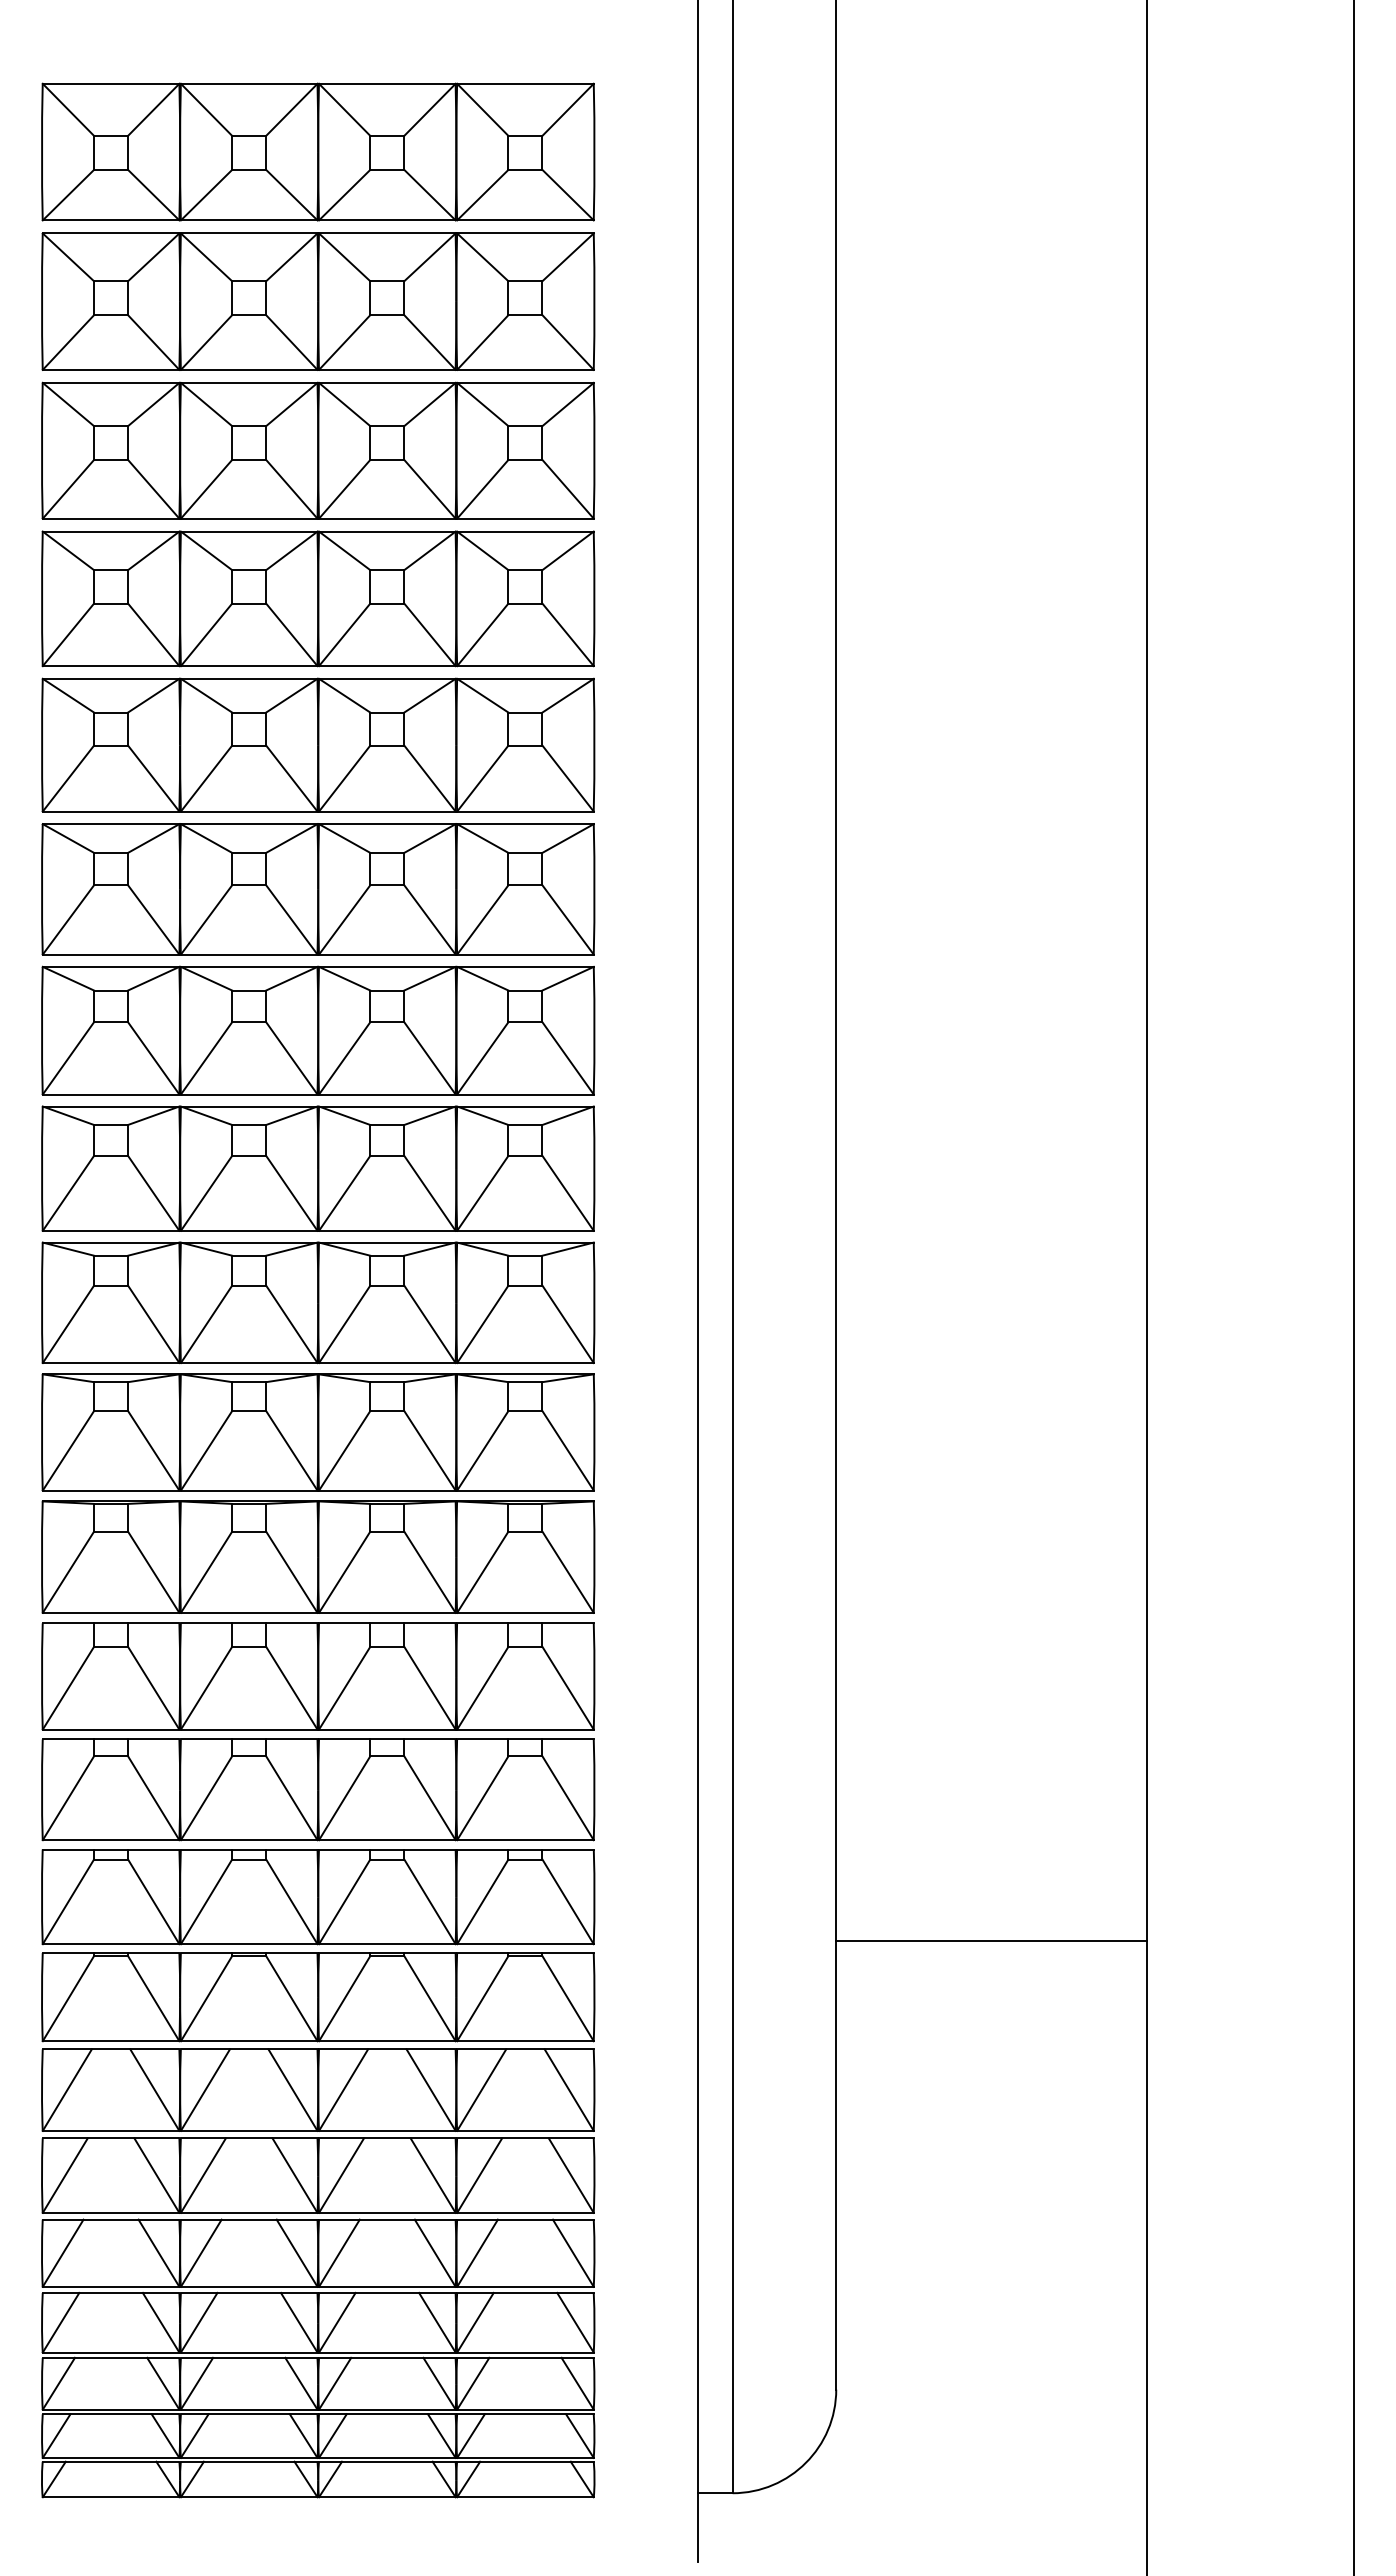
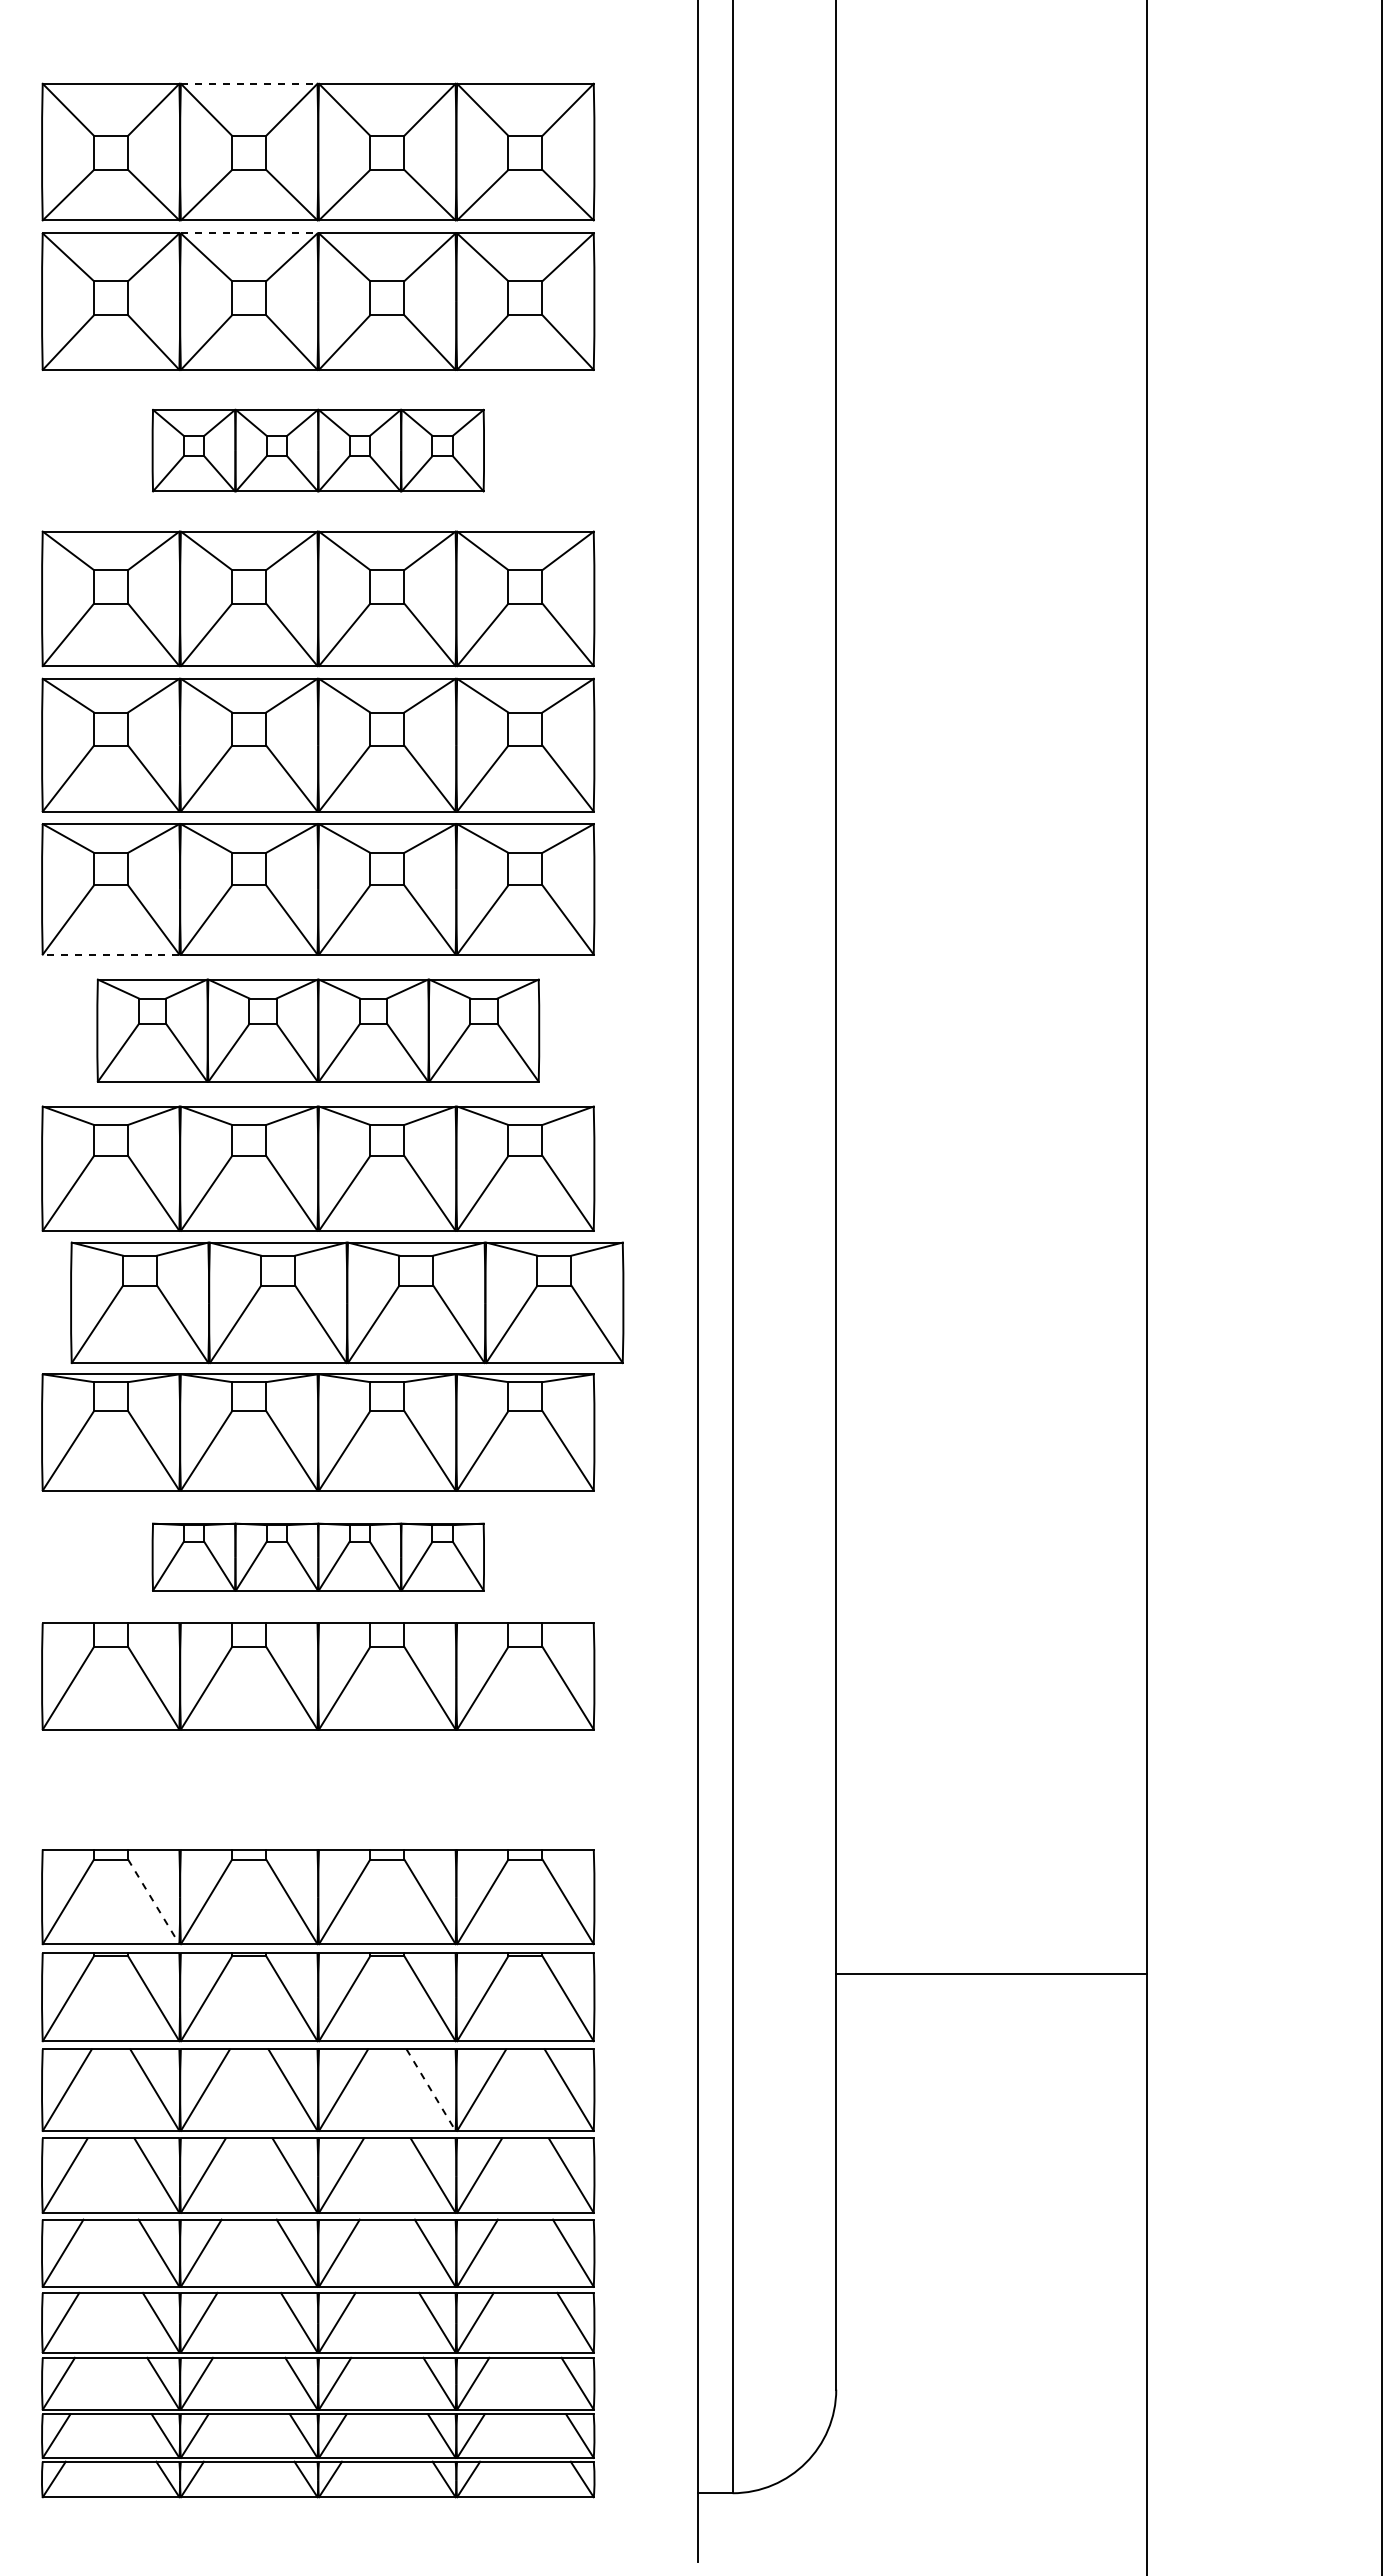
line at (249, 83): solid -> dashed
line at (249, 233): solid -> dashed
part at (318, 450) size: 555x139 px -> 334x85 px
line at (110, 954): solid -> dashed
part at (318, 1030) size: 555x131 px -> 445x105 px
line at (1354, 1287) position: (1354, 1287) -> (1382, 1287)
part at (318, 1302) position: (318, 1302) -> (347, 1302)
part at (318, 1556) size: 555x114 px -> 334x70 px
part at (318, 1789): present -> none
line at (153, 1901): solid -> dashed
line at (991, 1940) position: (991, 1940) -> (991, 1973)
line at (431, 2090): solid -> dashed
